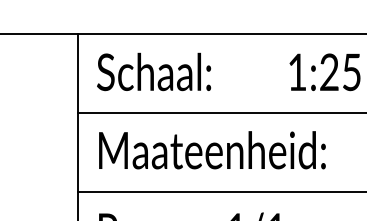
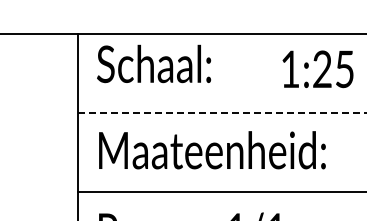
text at (154, 71) position: (154, 71) -> (154, 63)
text at (324, 72) position: (324, 72) -> (317, 69)
line at (222, 113): solid -> dashed
